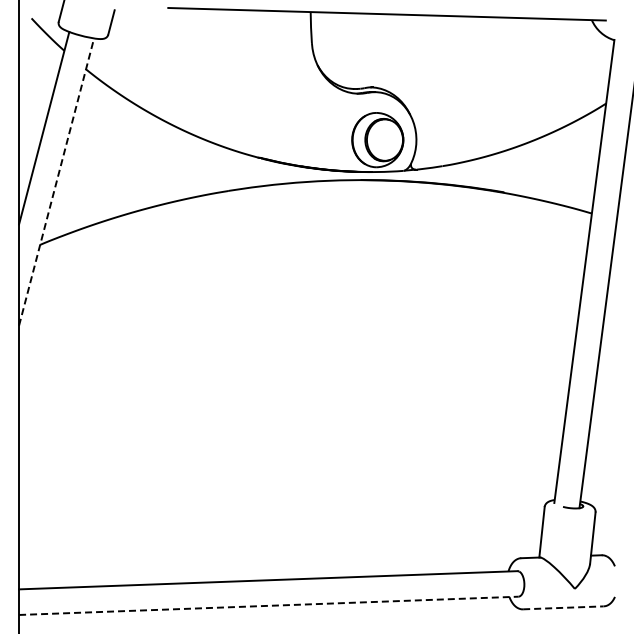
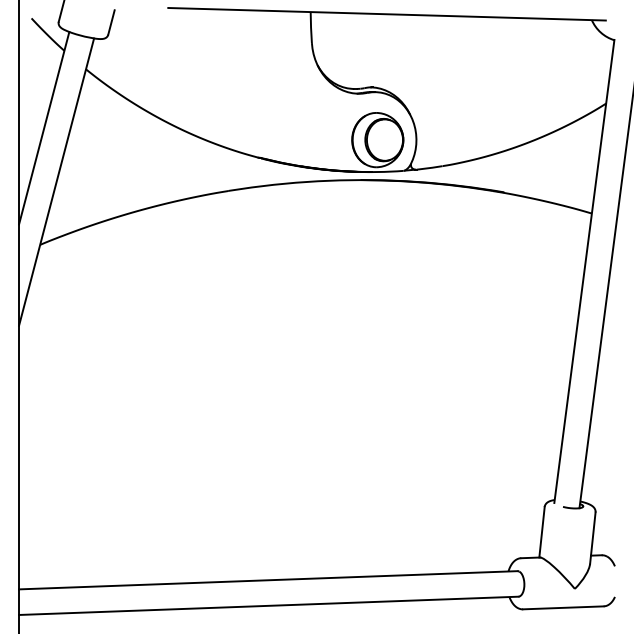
line at (56, 181): dashed -> solid
line at (268, 605): dashed -> solid
line at (563, 607): dashed -> solid
